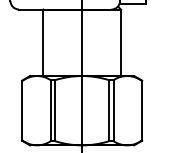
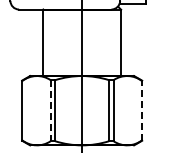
line at (50, 110): solid -> dashed
line at (142, 110): solid -> dashed
